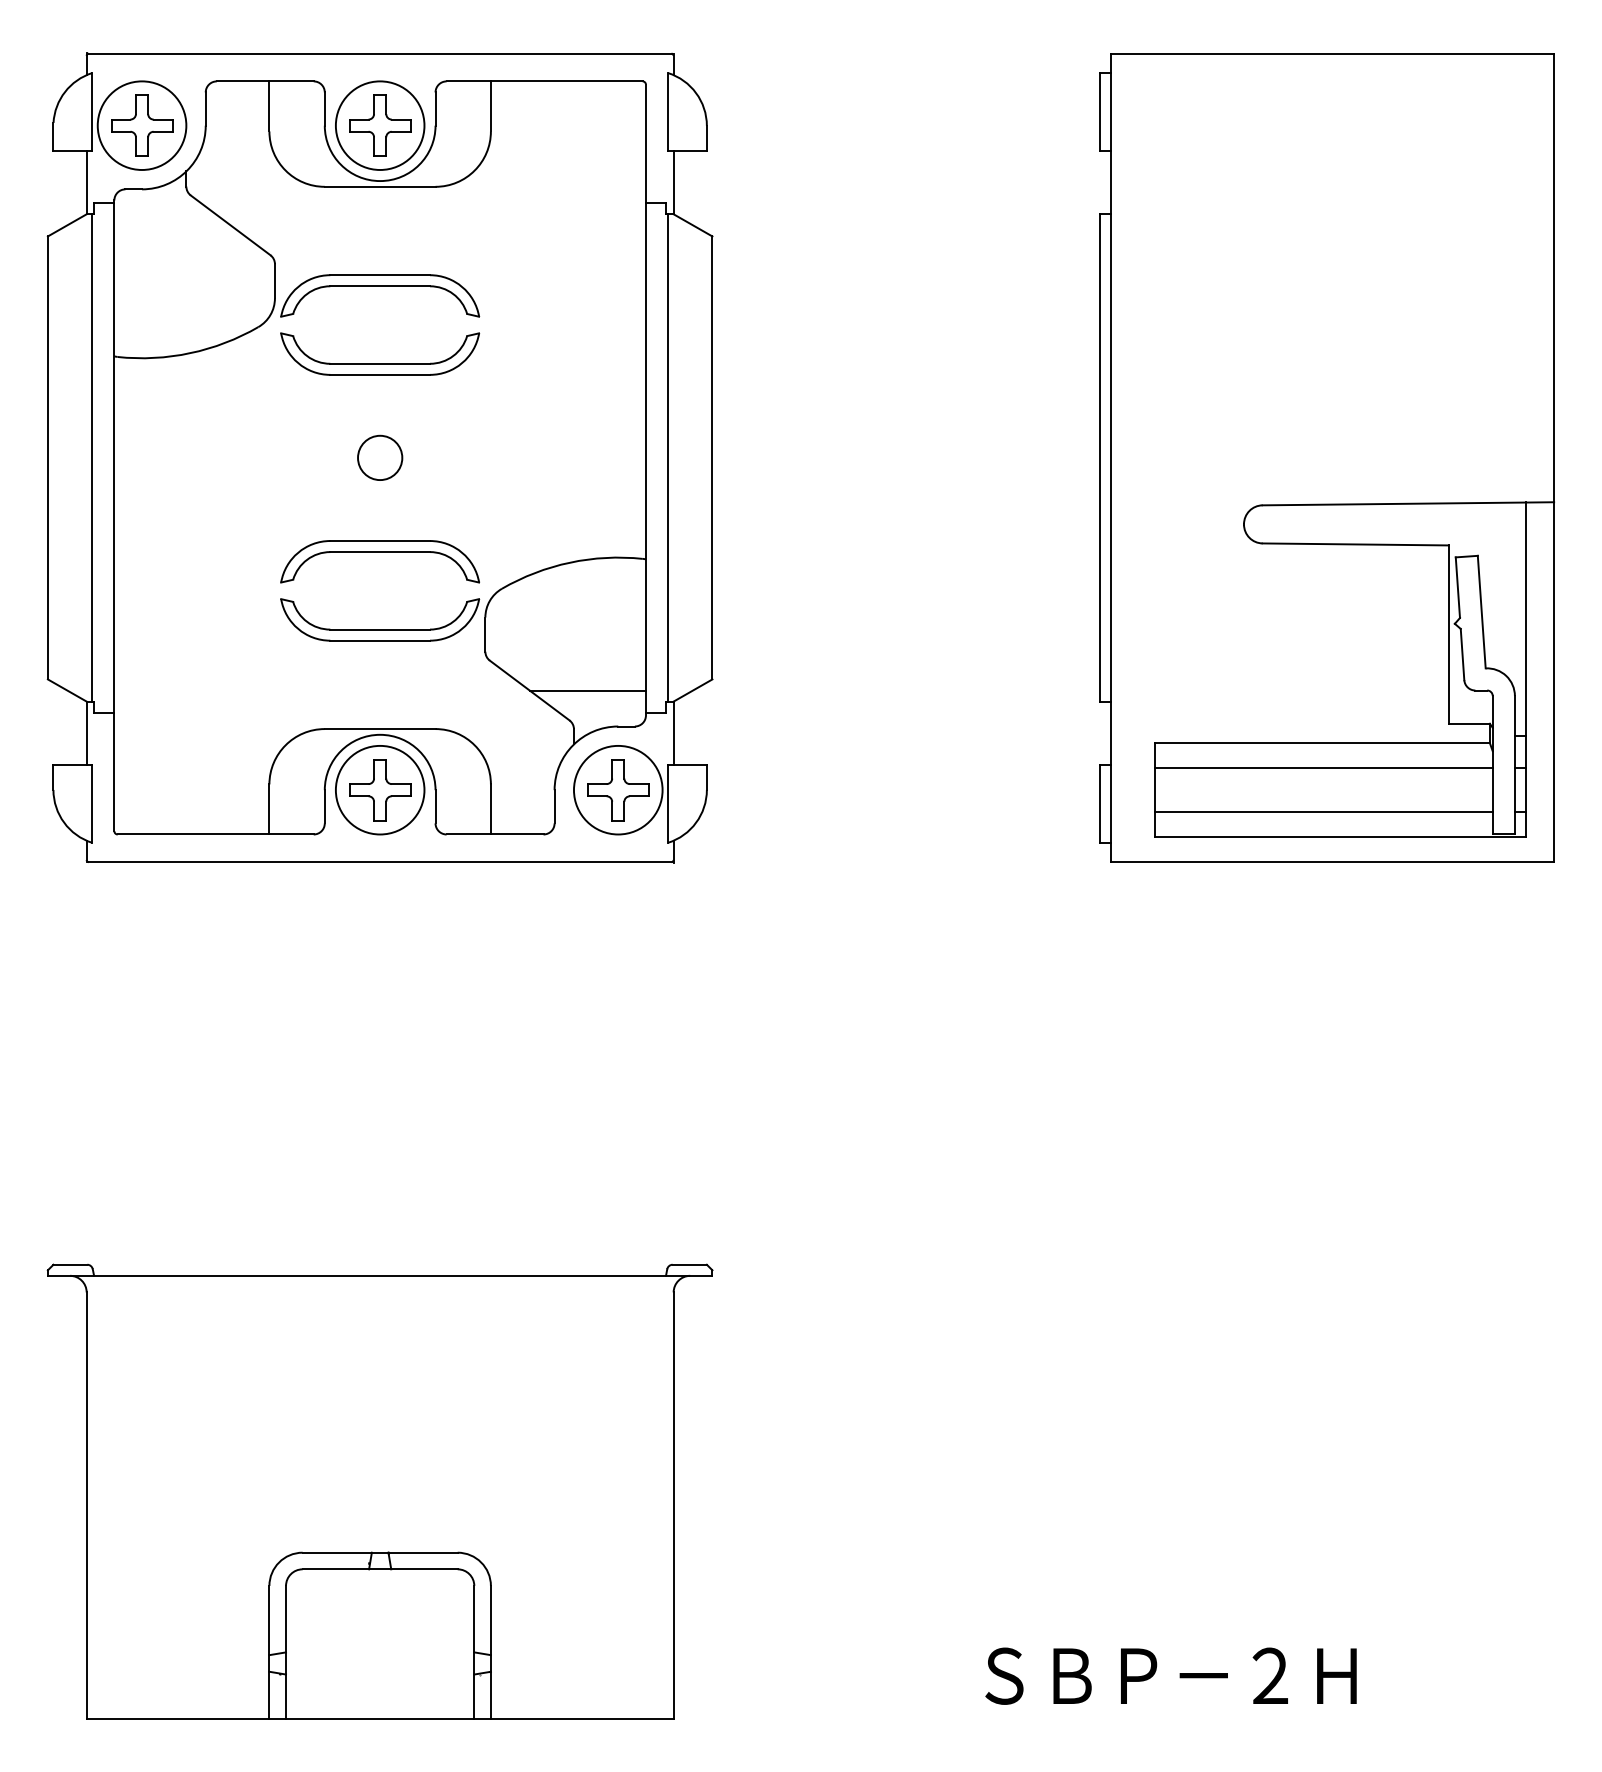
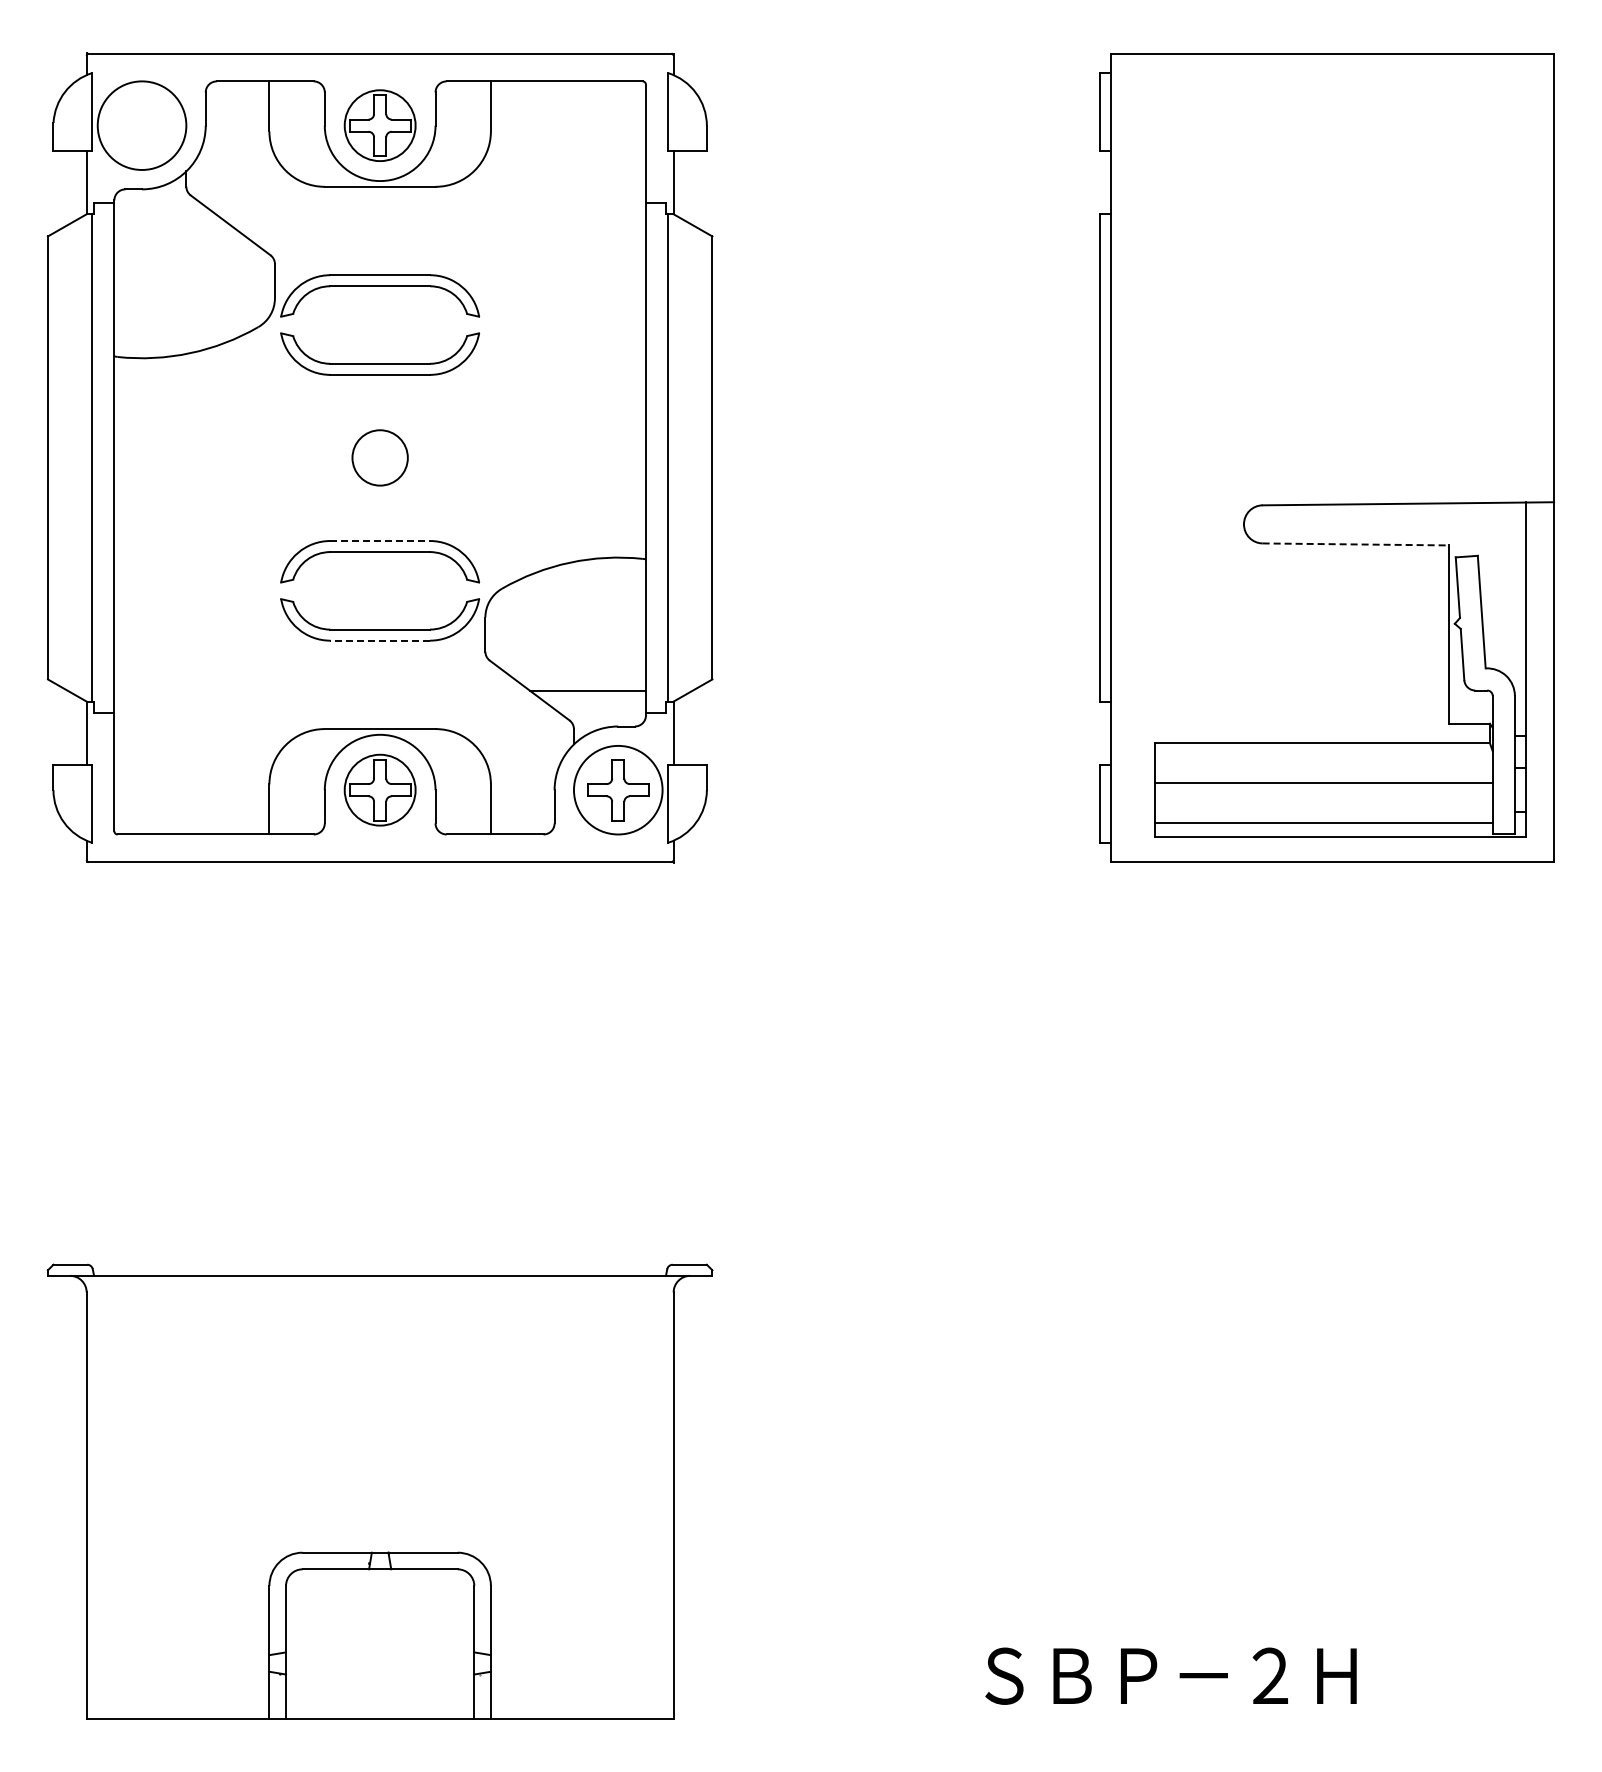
part at (142, 125): present -> none
circle at (379, 125) diameter: 89 px -> 71 px
circle at (380, 457) diameter: 44 px -> 55 px
line at (380, 541): solid -> dashed
line at (1356, 544): solid -> dashed
line at (380, 640): solid -> dashed
line at (1323, 768) position: (1323, 768) -> (1323, 783)
circle at (379, 789) diameter: 89 px -> 71 px
line at (1323, 812) position: (1323, 812) -> (1323, 823)
